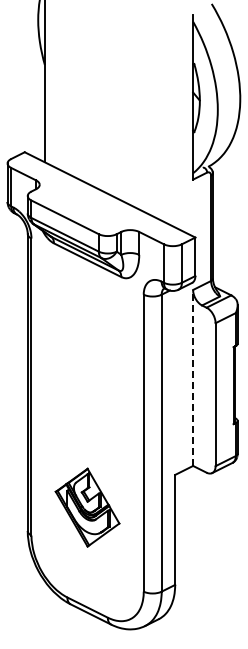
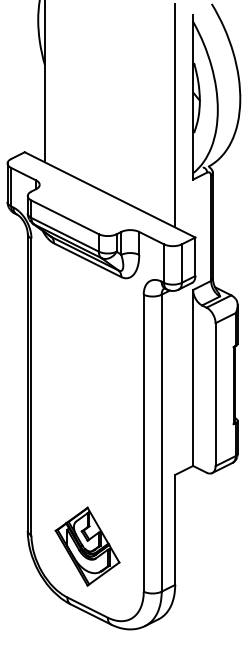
line at (175, 115): none -> present
line at (193, 377): dashed -> solid
part at (87, 507) position: (87, 507) -> (87, 546)
